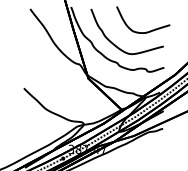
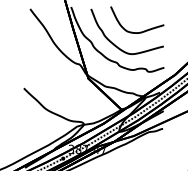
curve at (146, 31) position: (146, 31) -> (140, 31)
